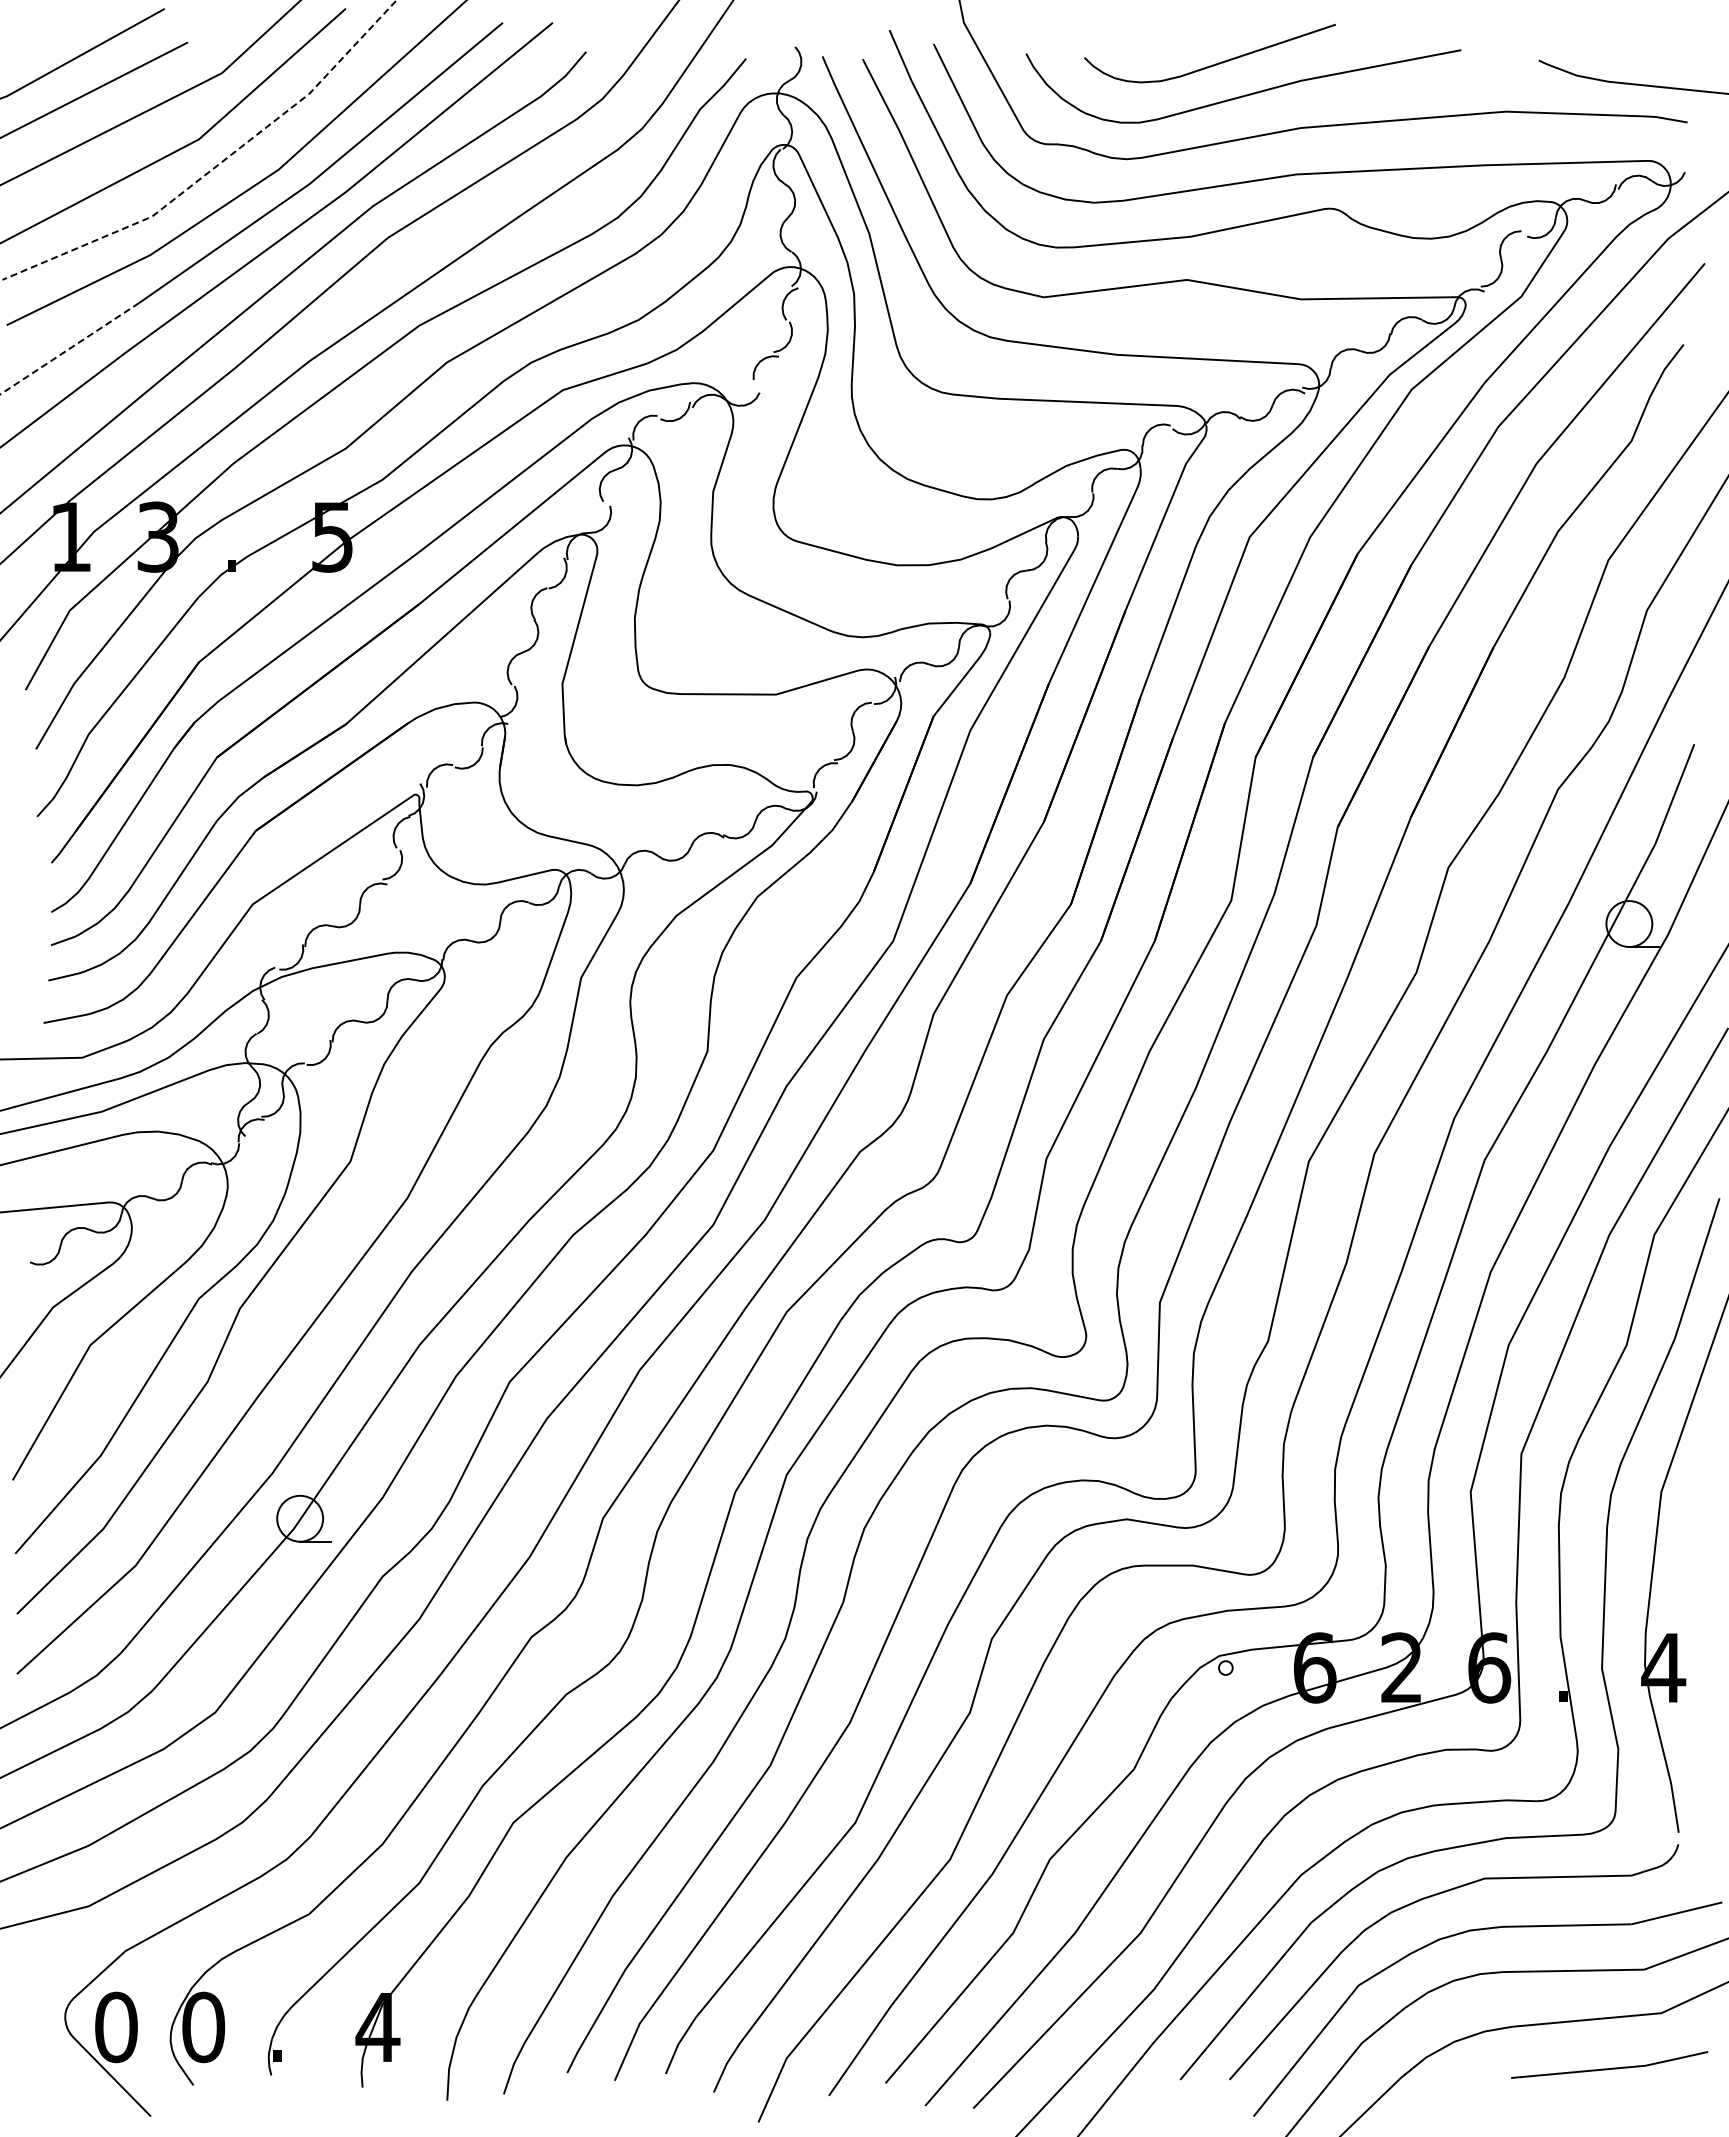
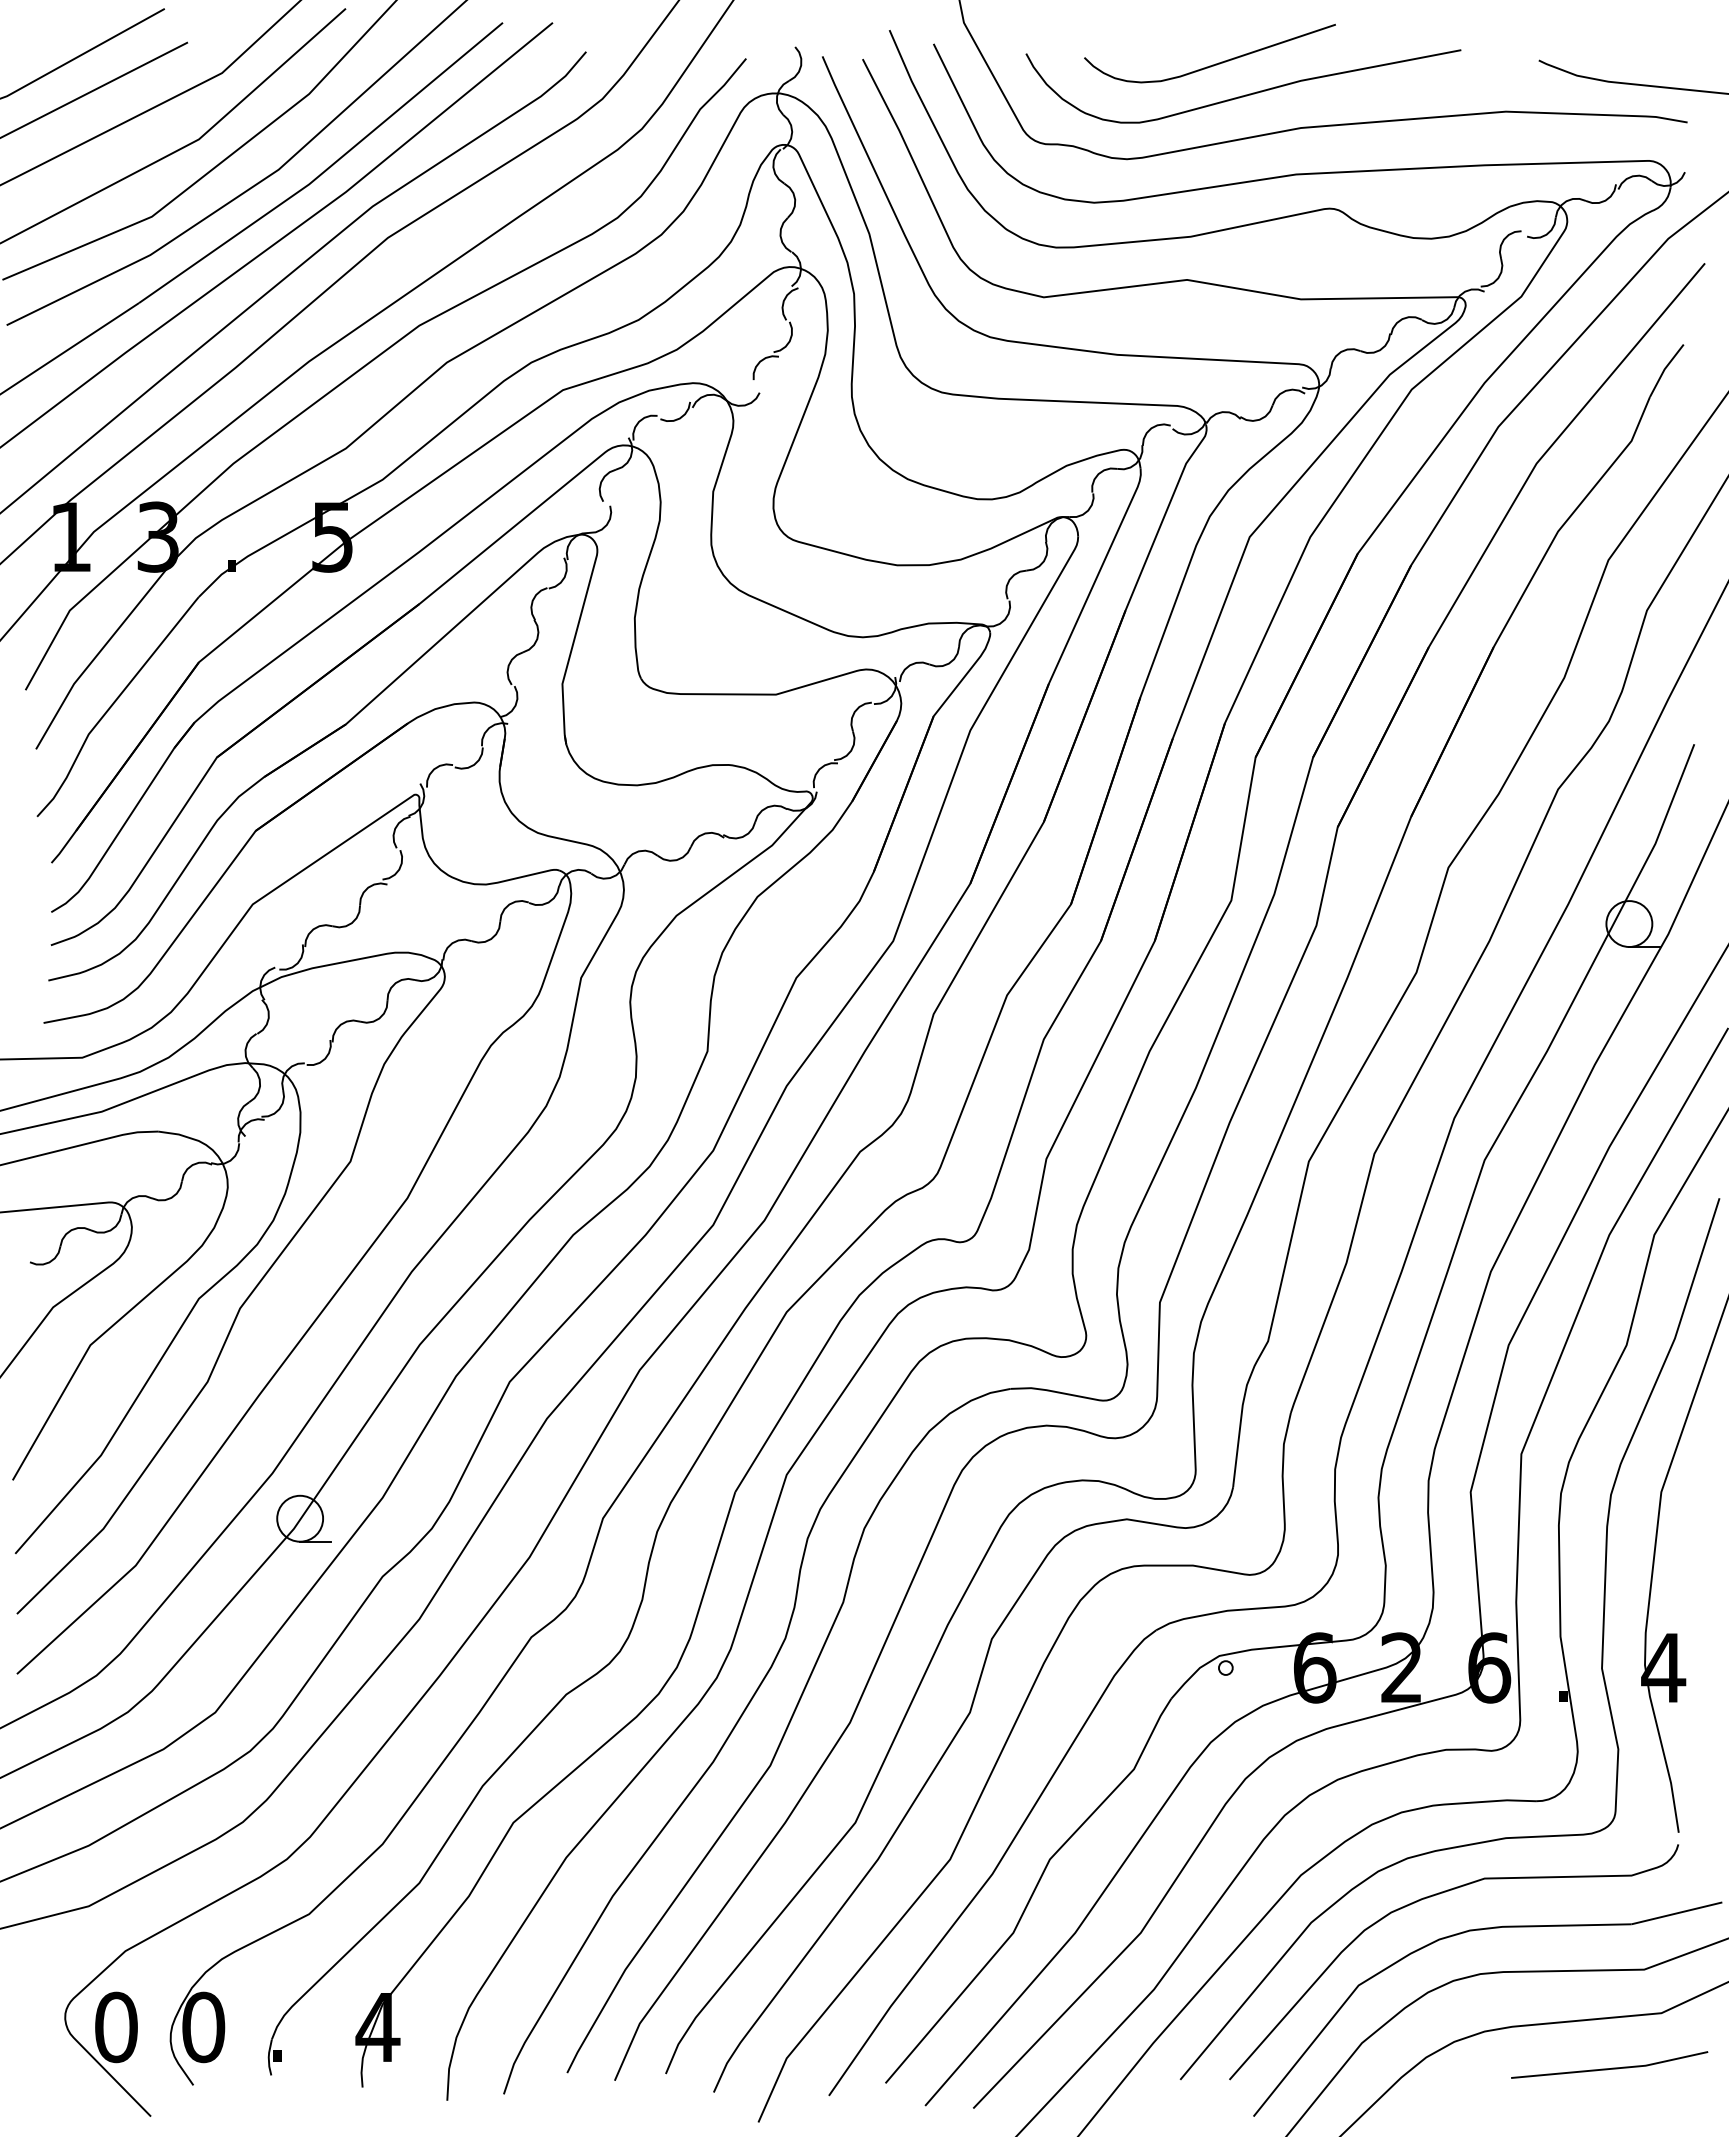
line at (217, 165): dashed -> solid
line at (69, 349): dashed -> solid
